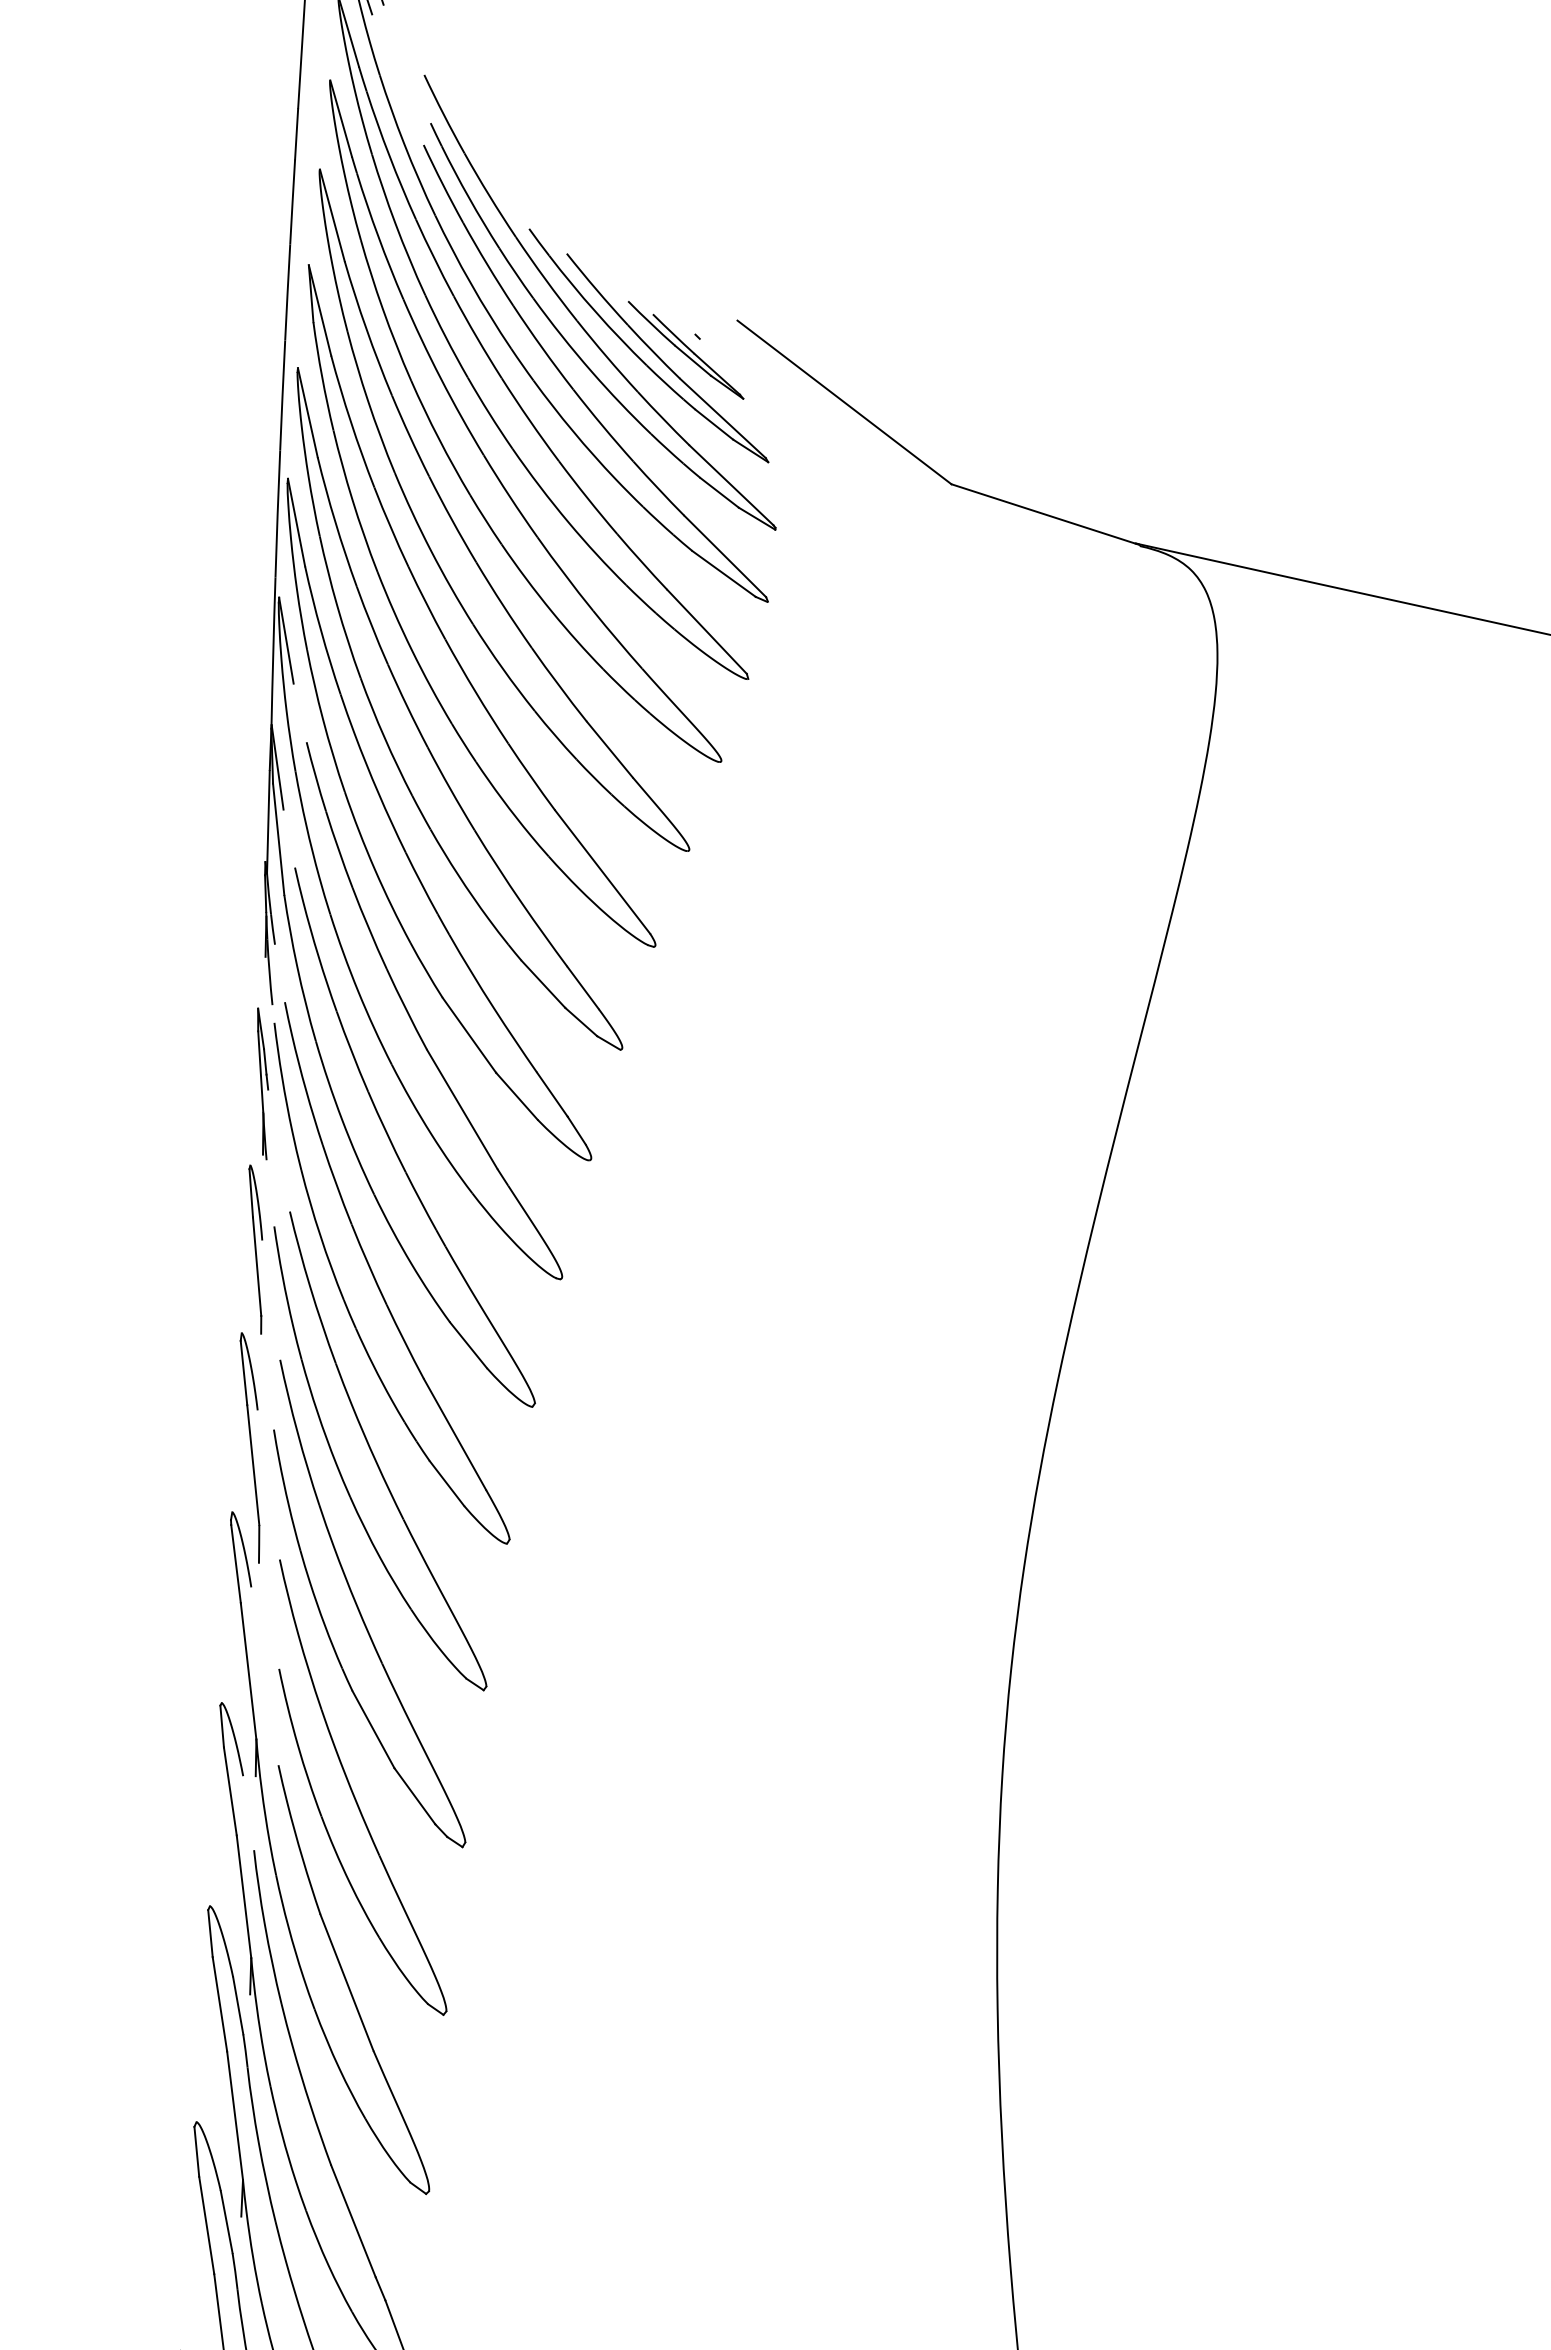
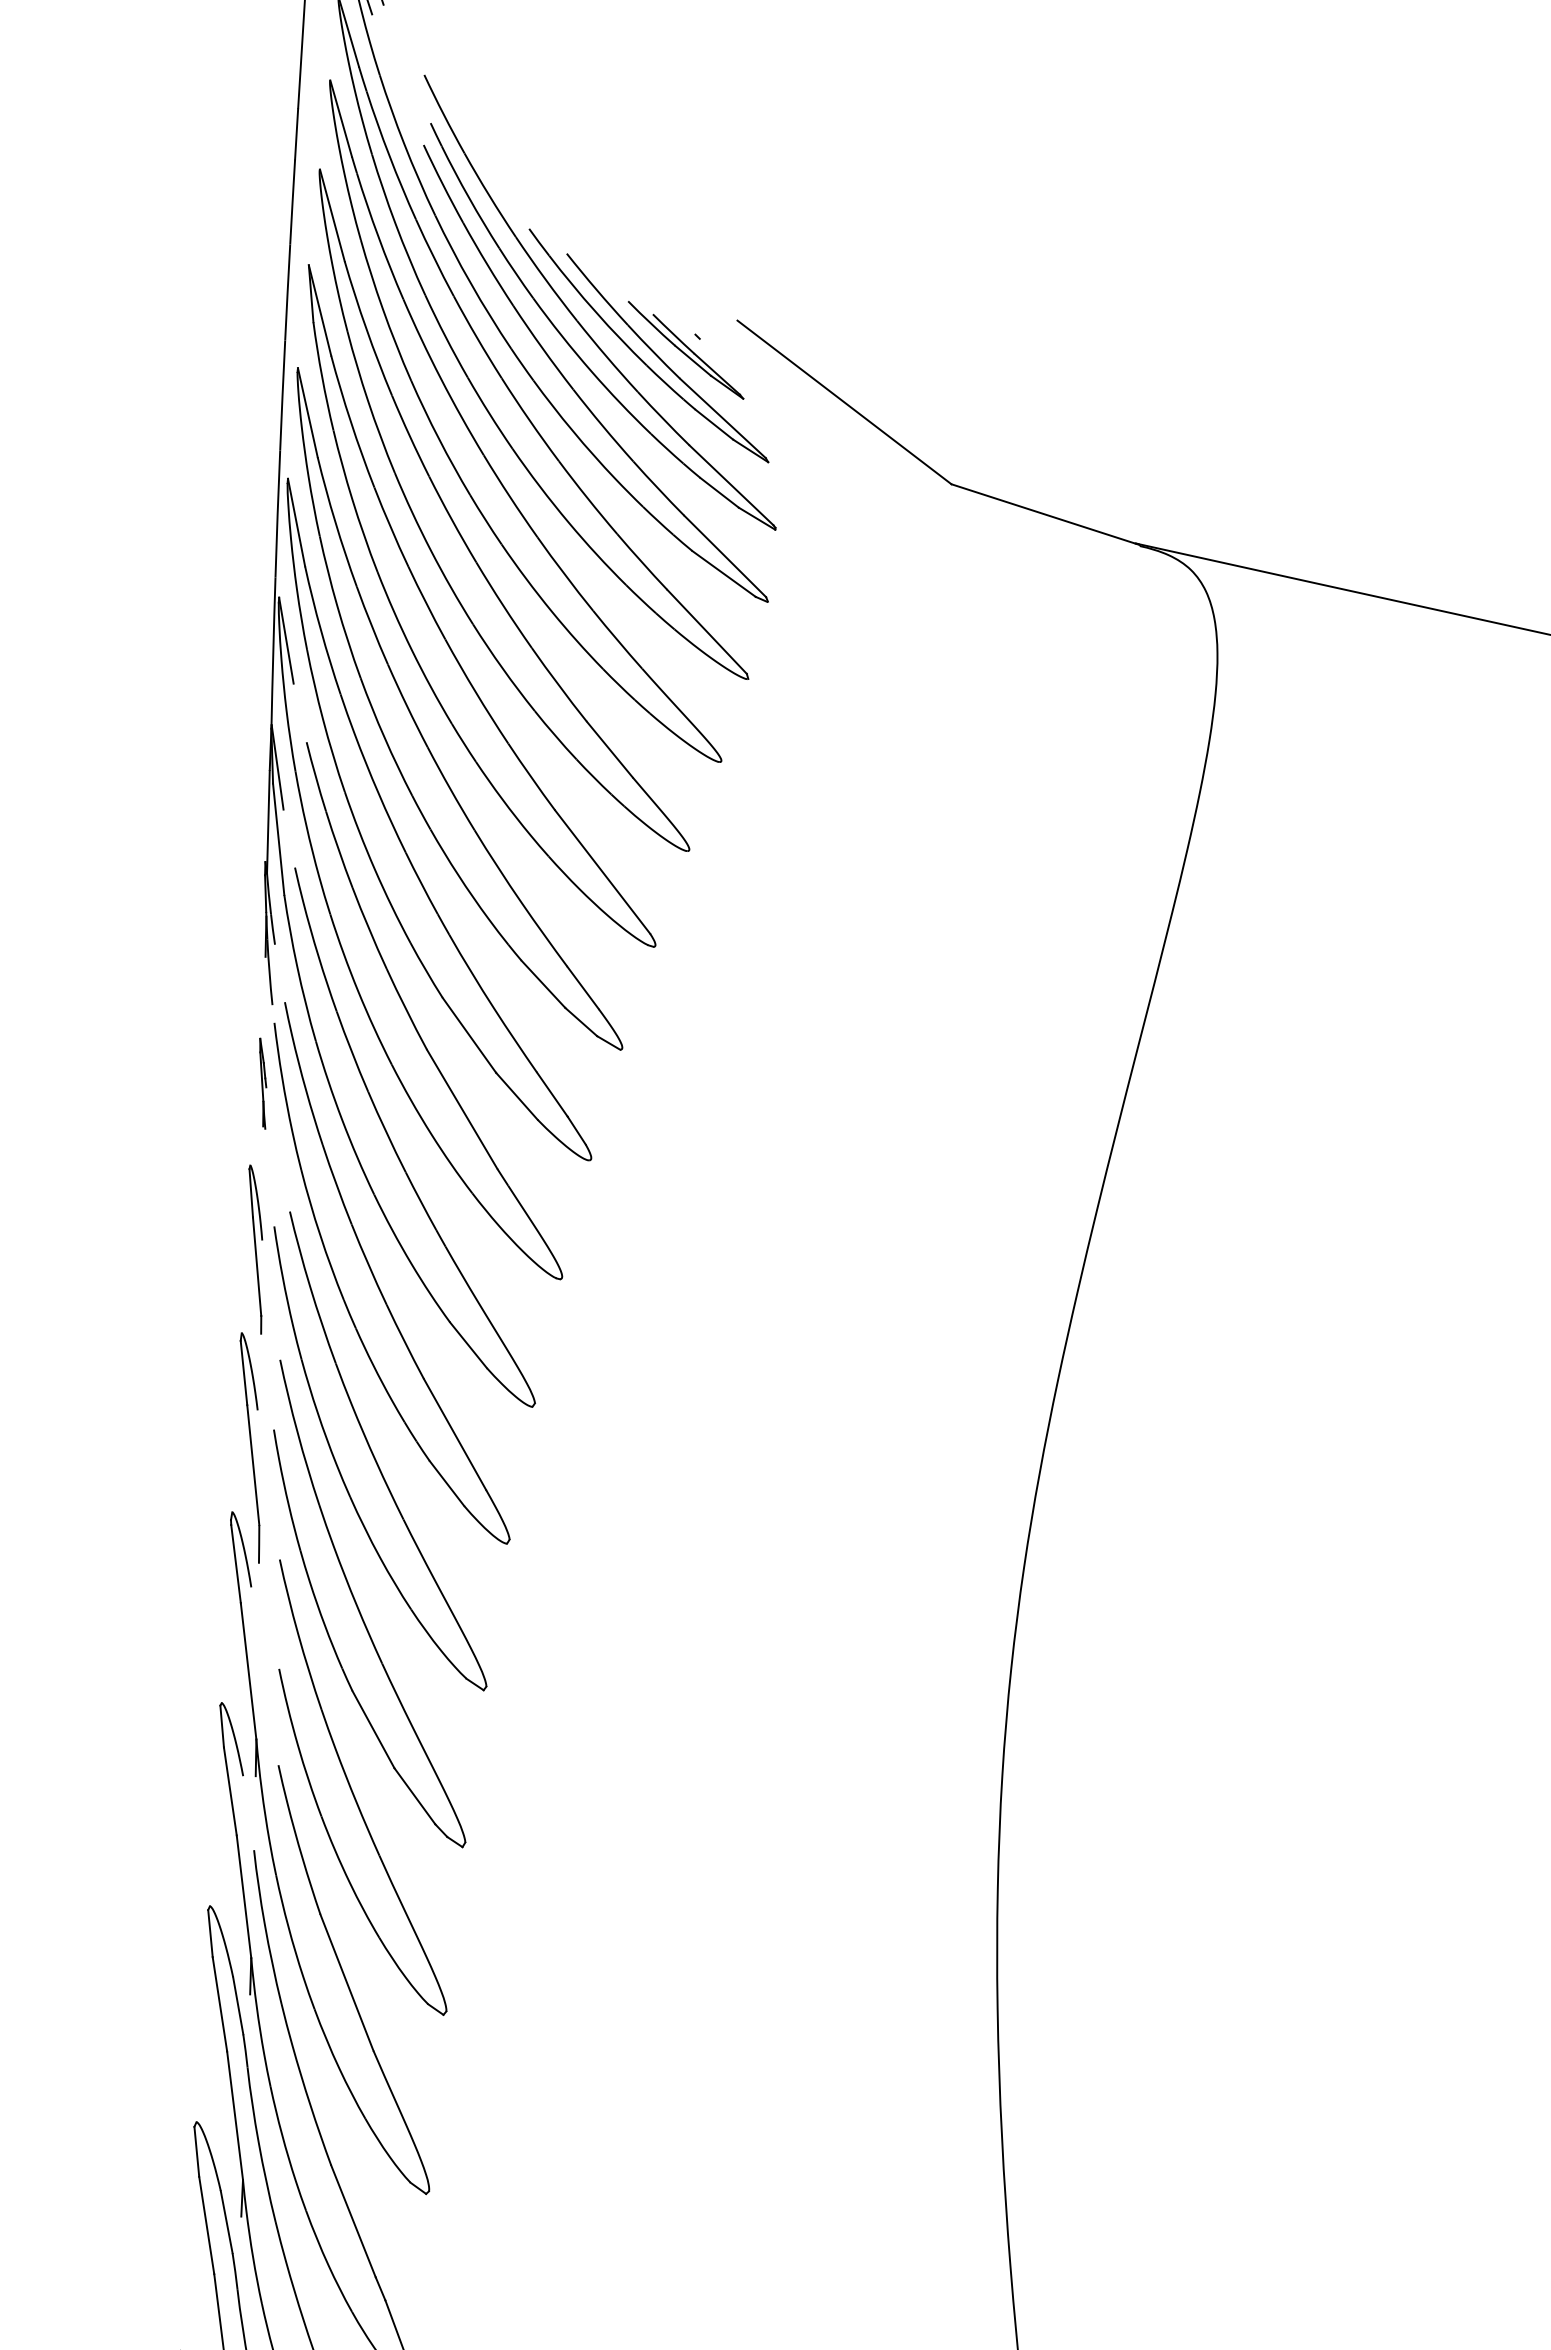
part at (263, 1083) size: 13x154 px -> 9x93 px
